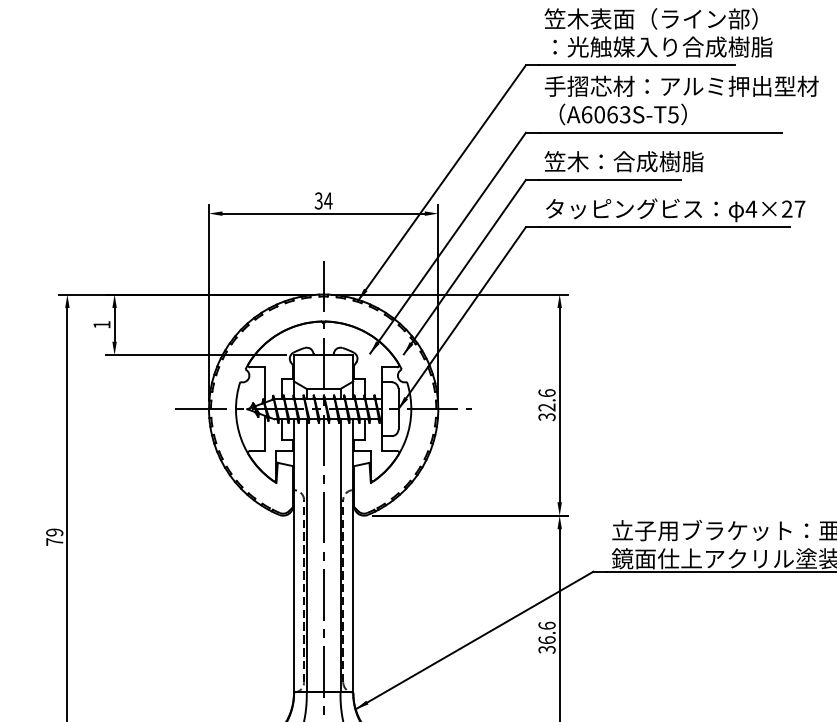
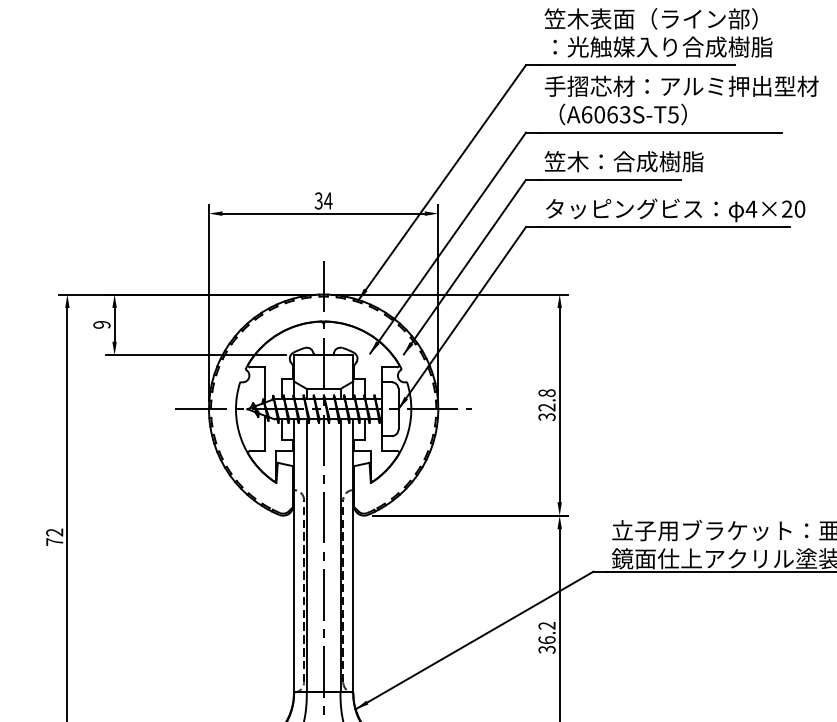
text at (799, 208): 4×27 -> 4×20
text at (101, 324): 1 -> 9
text at (546, 393): 32.6 -> 32.8
text at (54, 532): 79 -> 72
text at (546, 625): 36.6 -> 36.2
